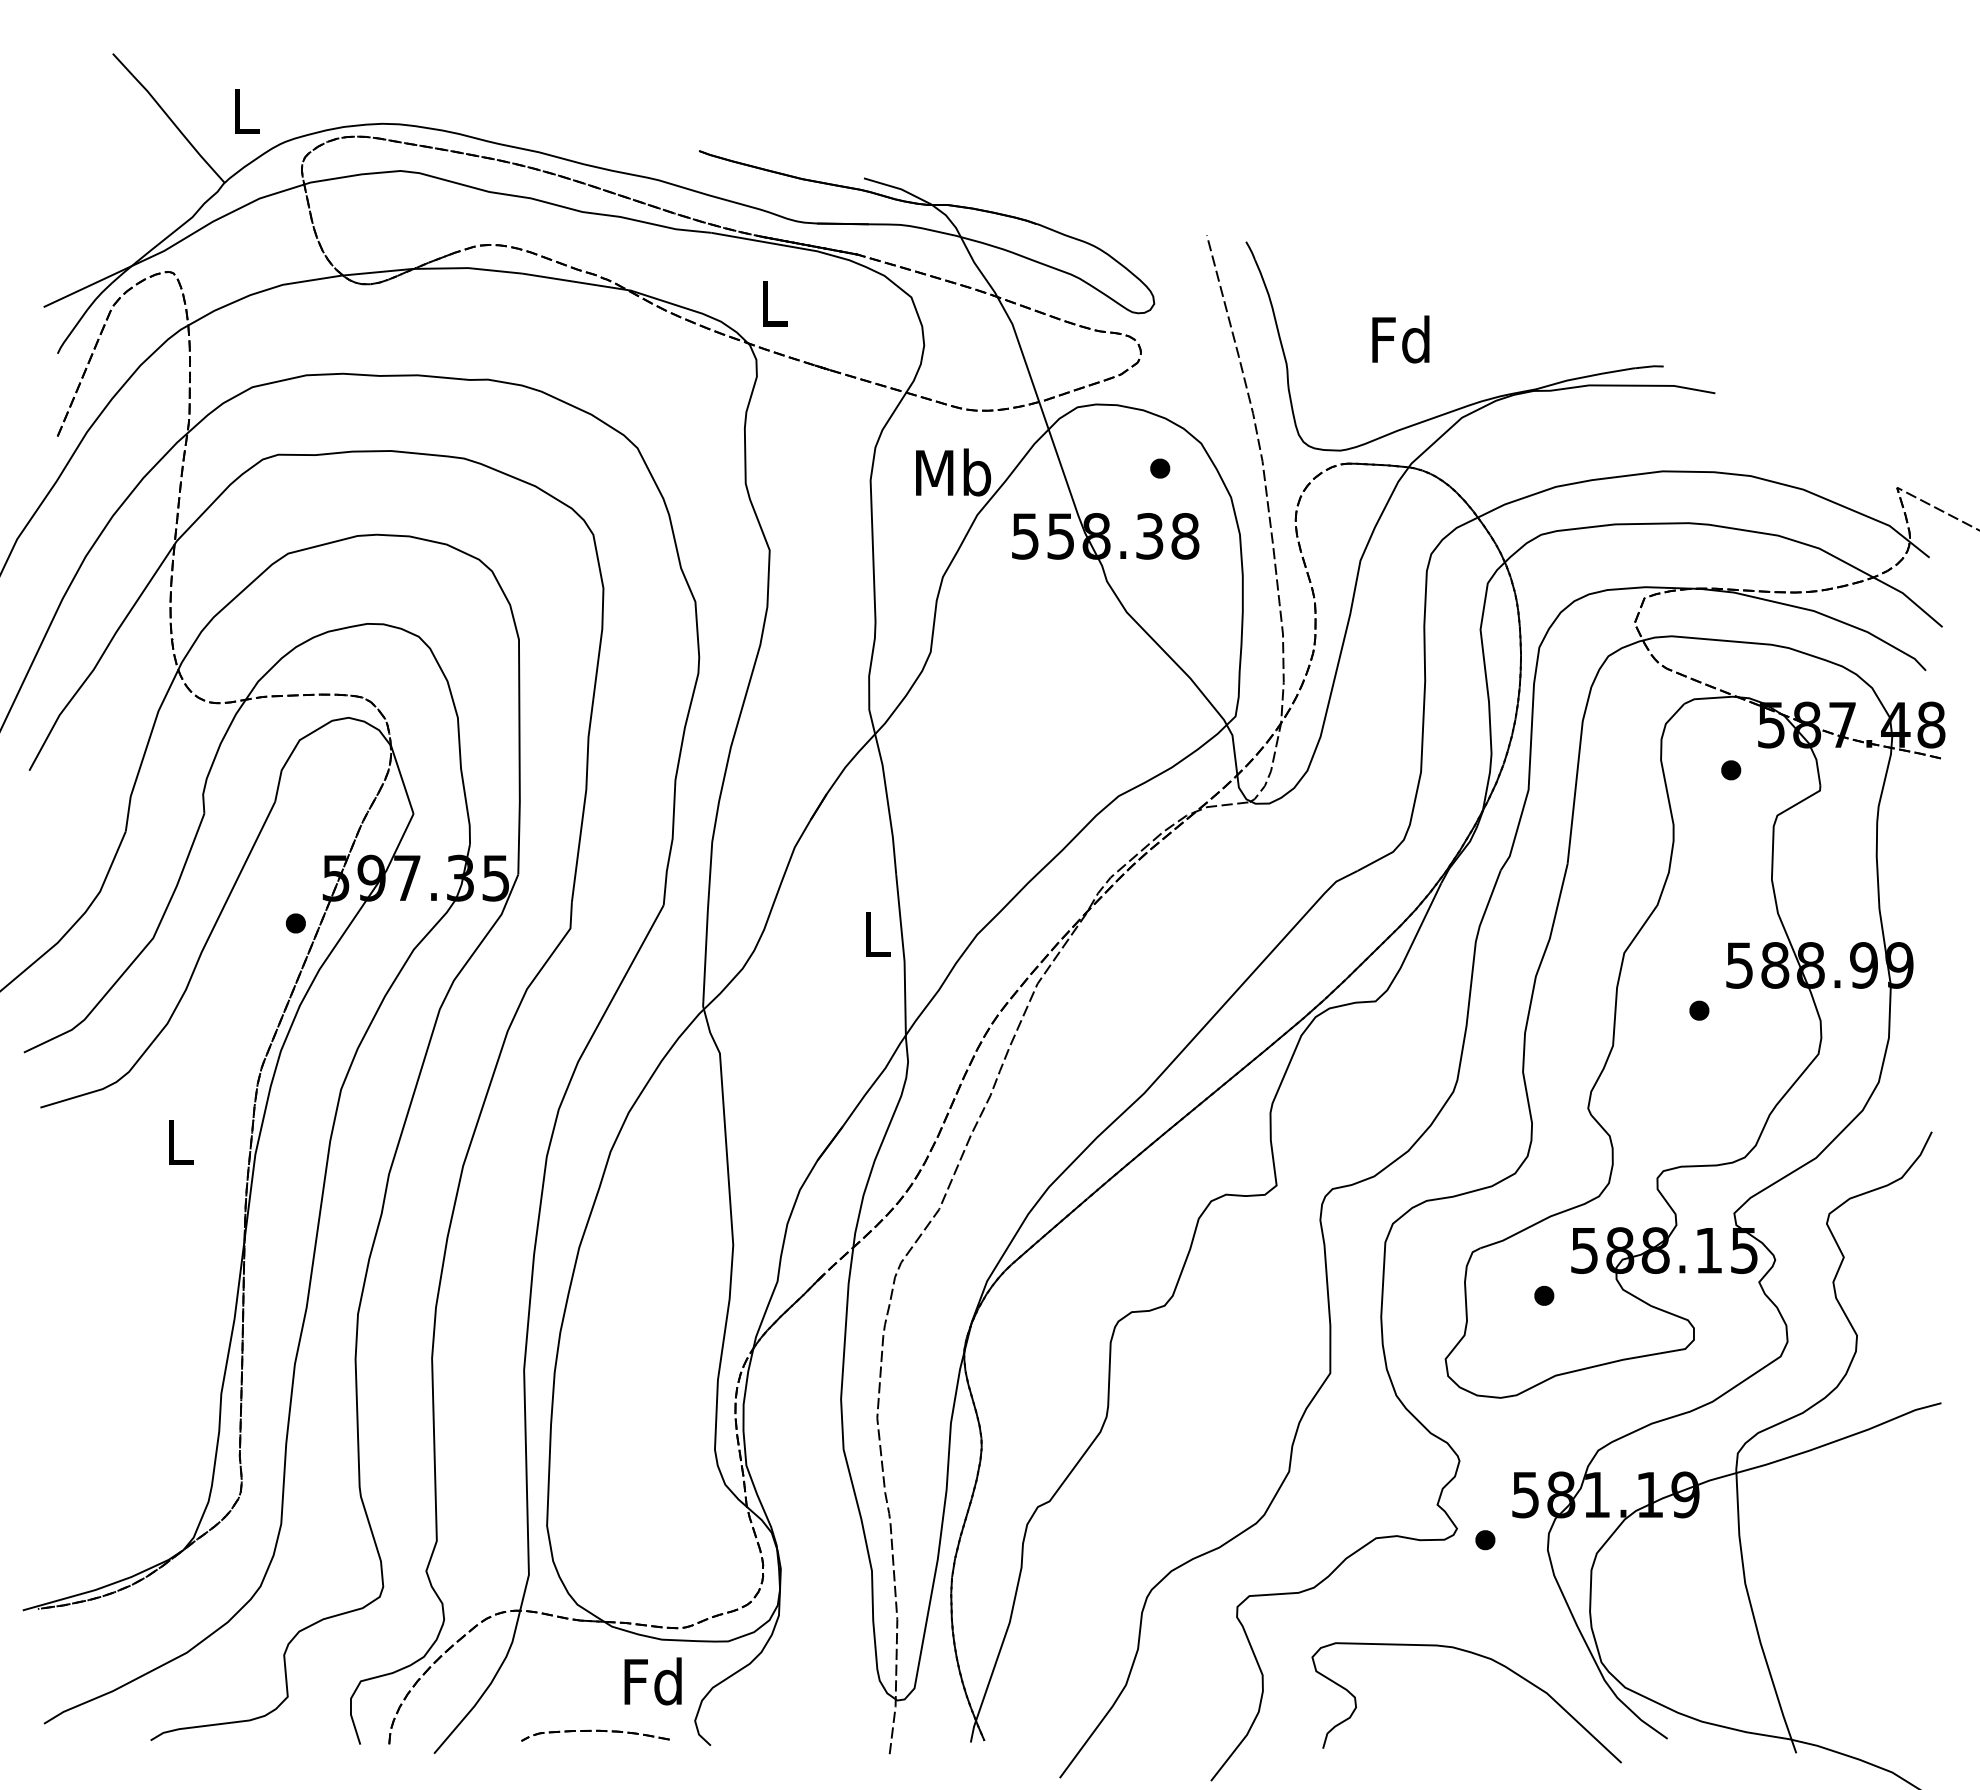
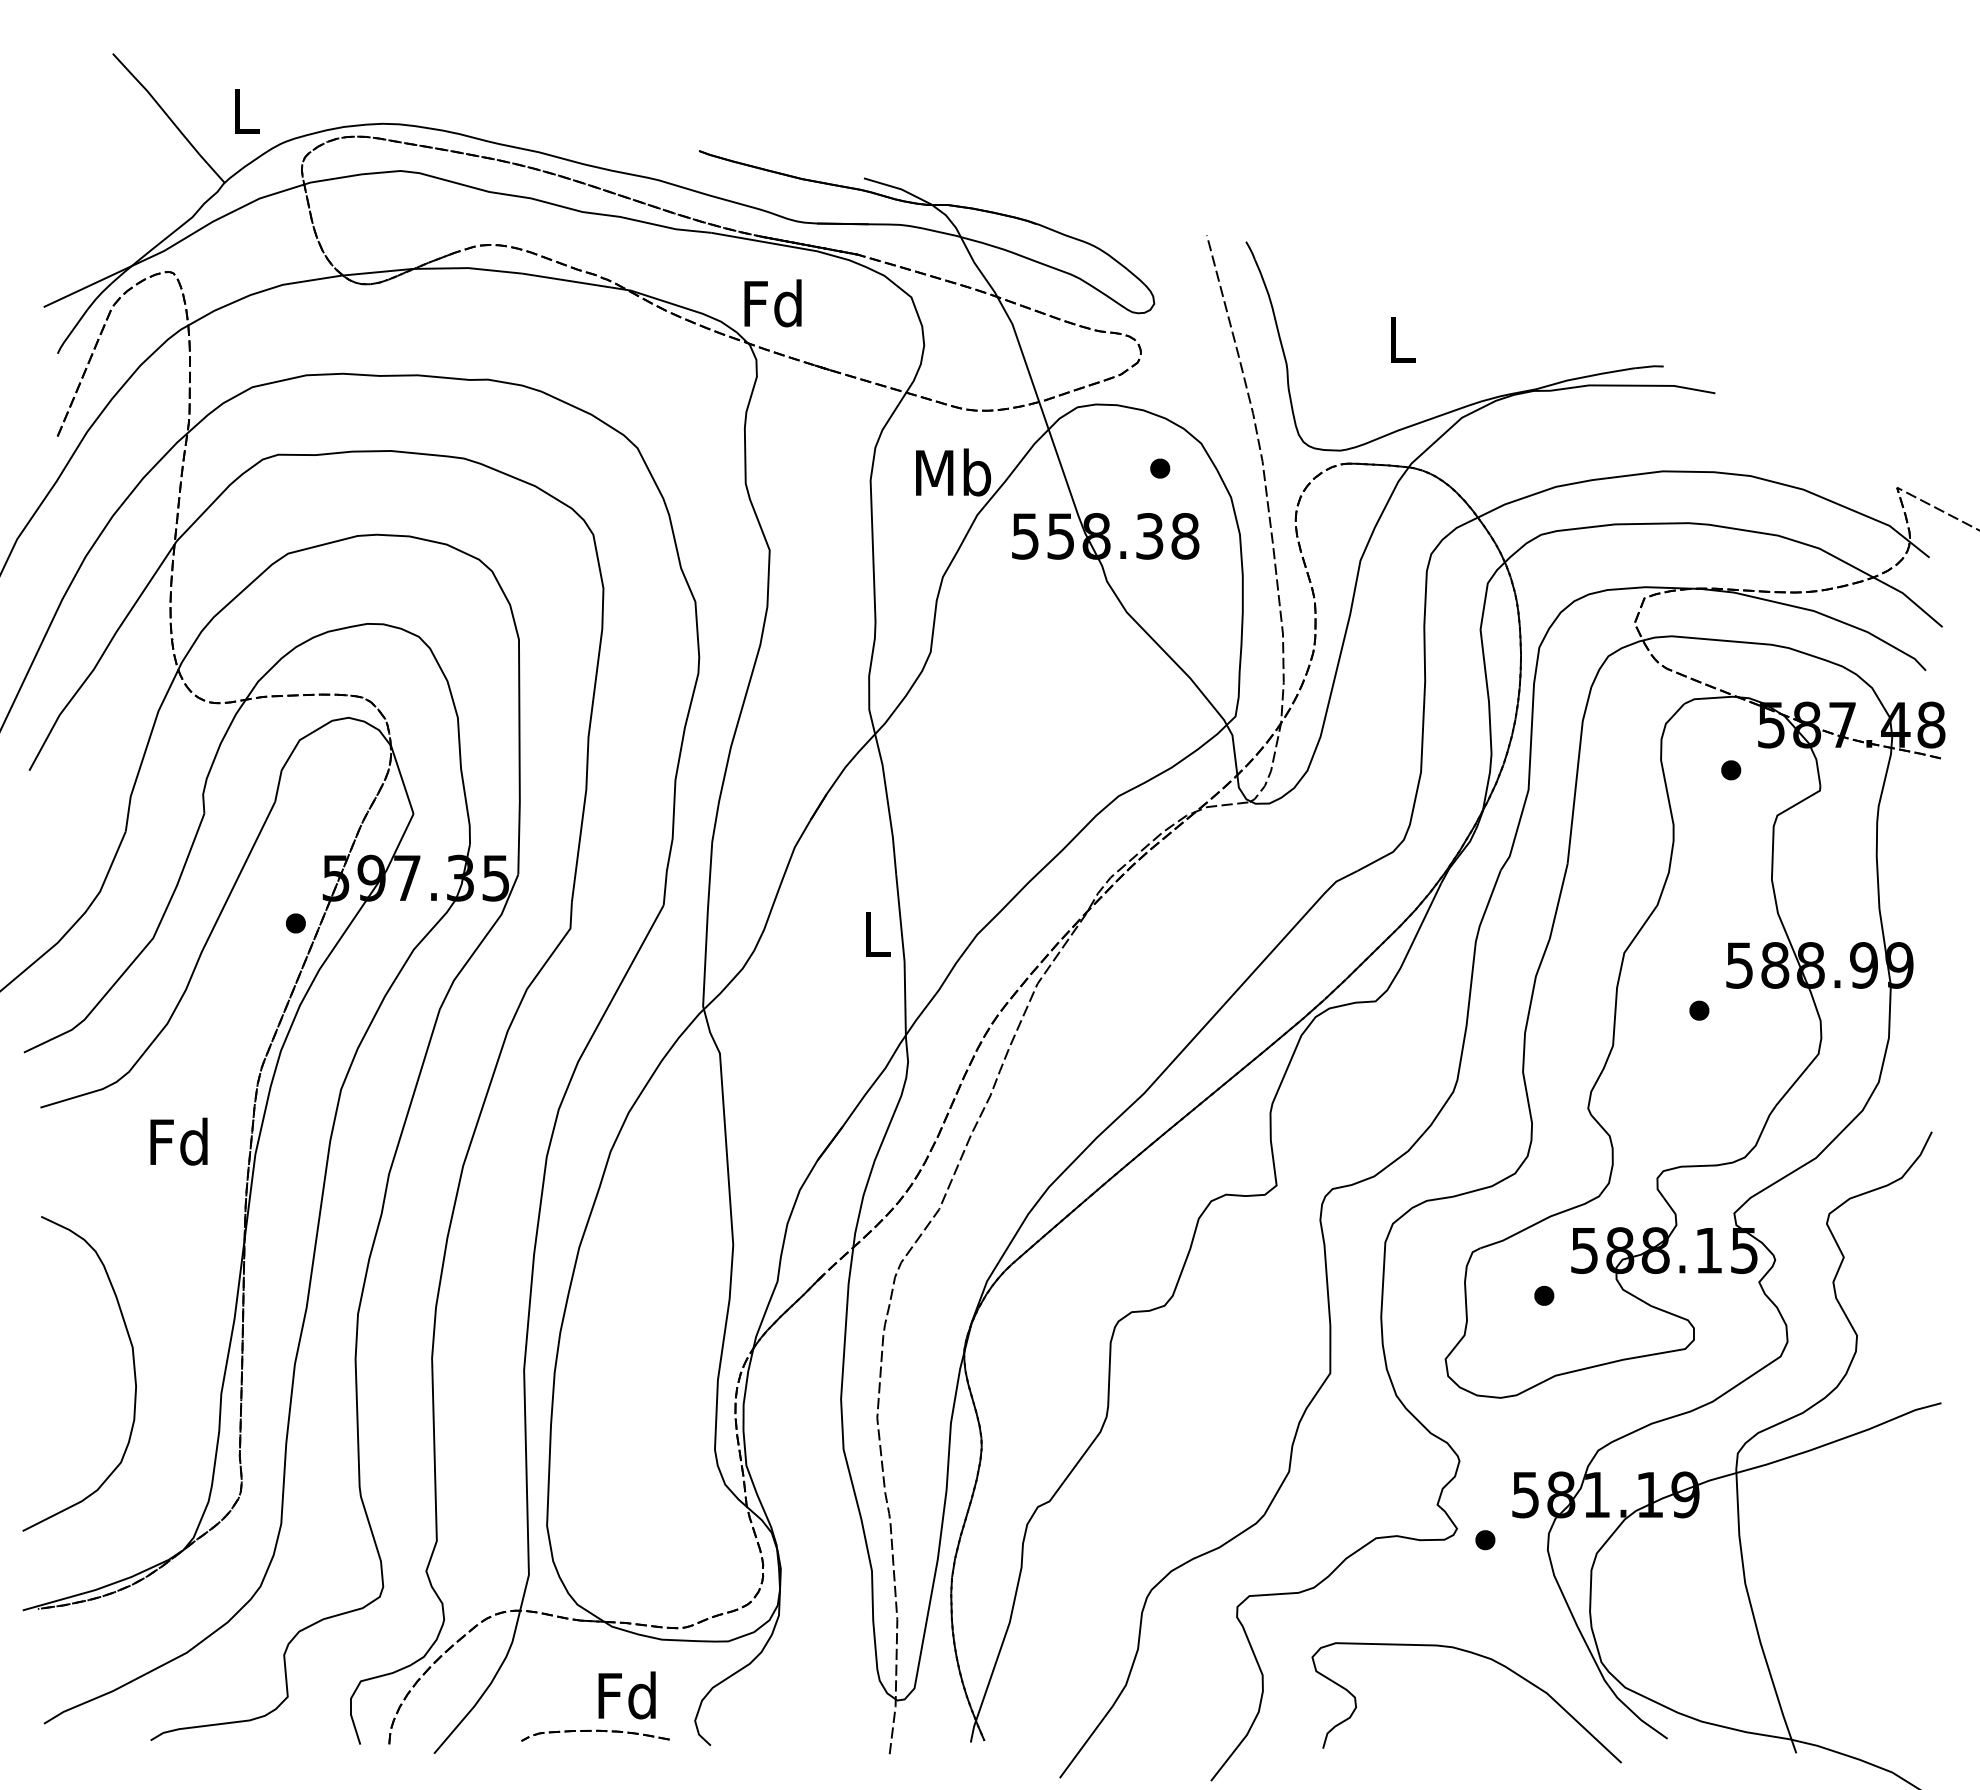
text at (772, 303): L -> Fd
text at (1400, 339): Fd -> L
text at (178, 1141): L -> Fd
curve at (133, 1371): none -> present
text at (652, 1681) position: (652, 1681) -> (626, 1695)
